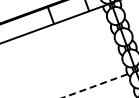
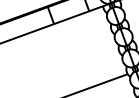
line at (95, 85): dashed -> solid
